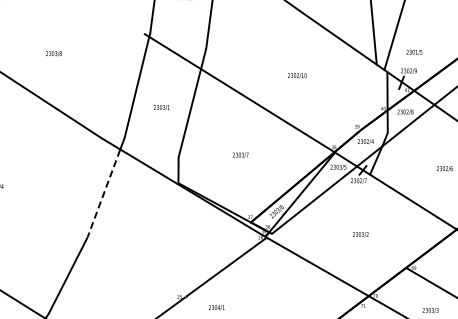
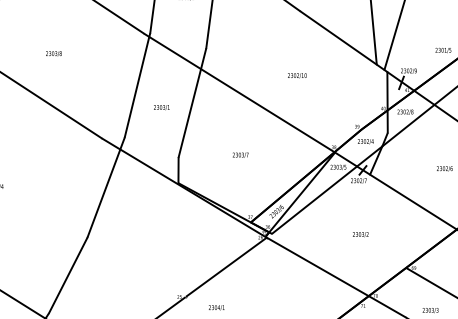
line at (119, 17): none -> present
text at (414, 52) position: (414, 52) -> (443, 50)
line at (103, 193): dashed -> solid
